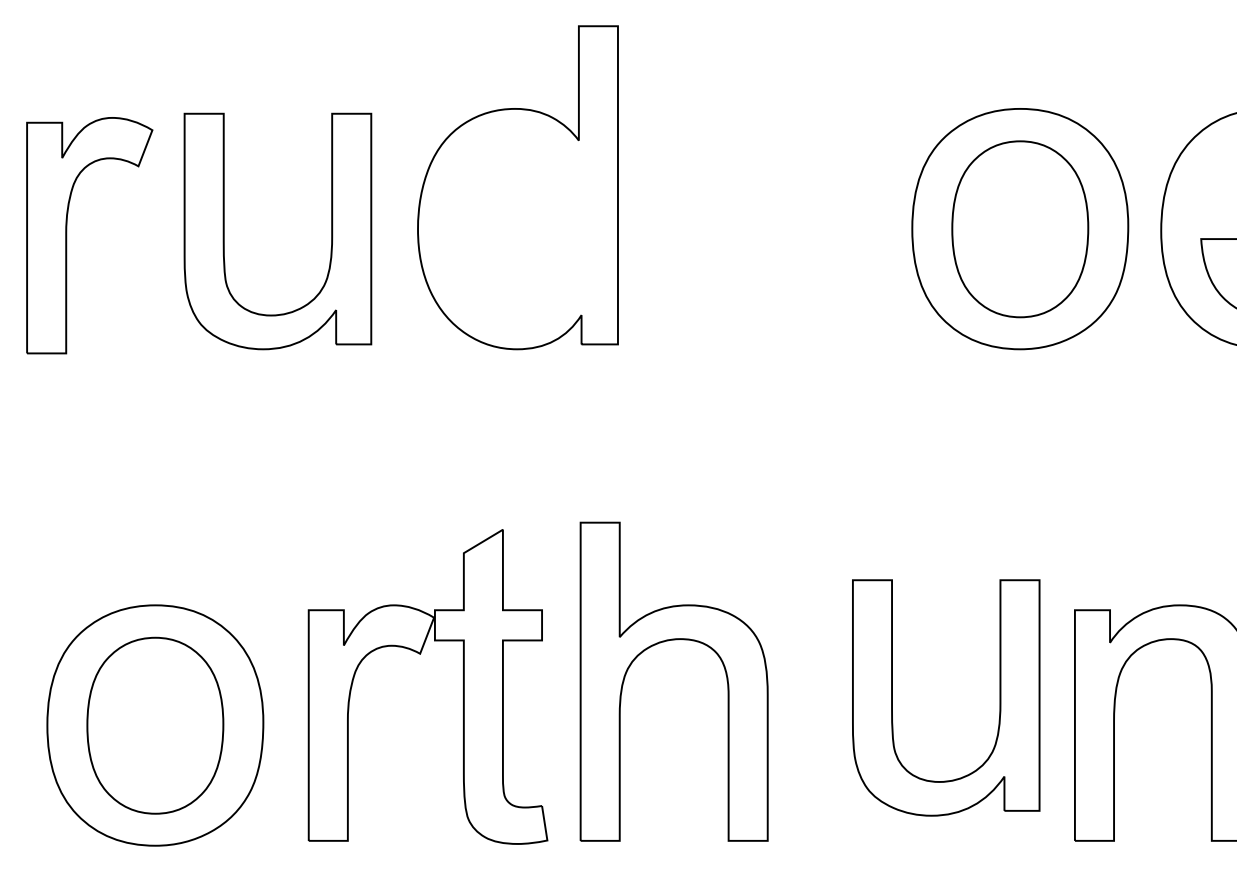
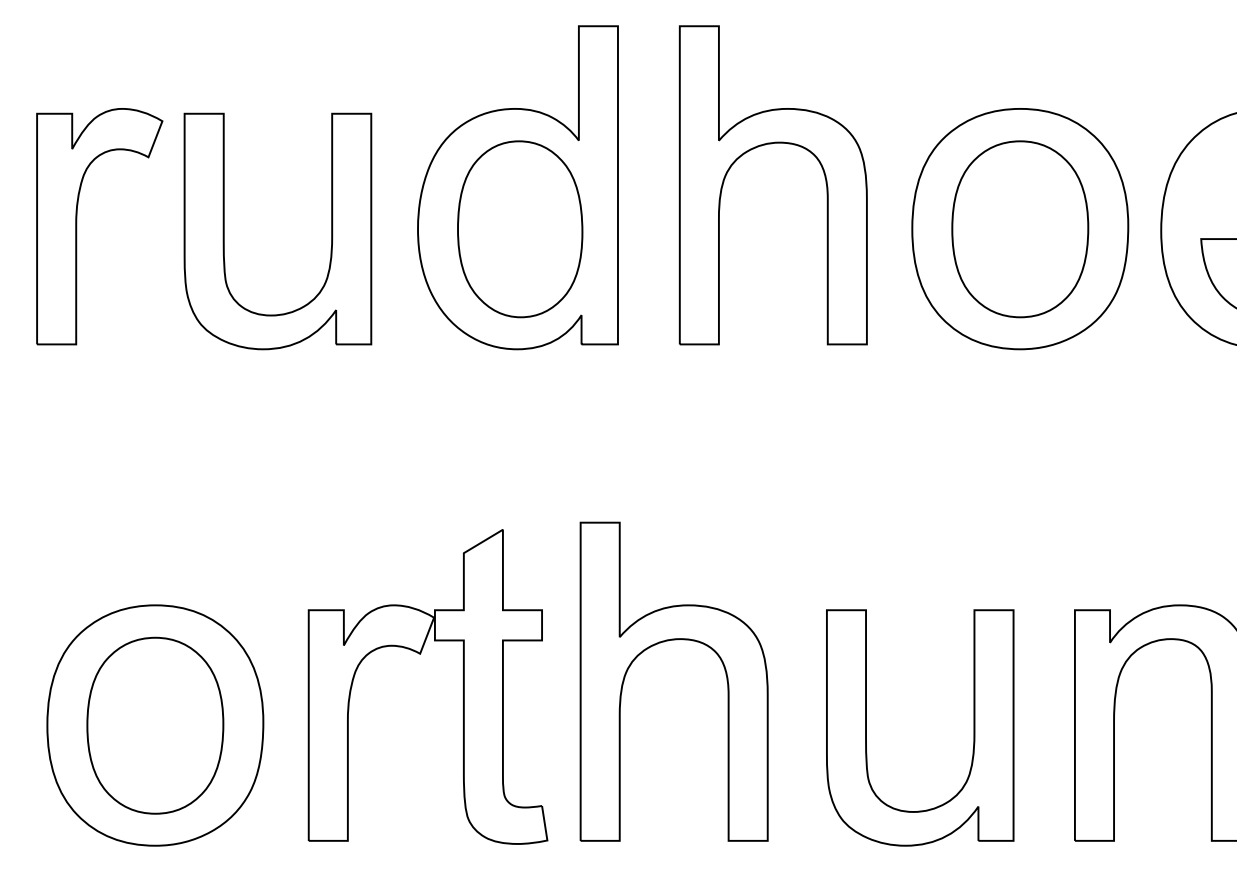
part at (756, 148): none -> present
part at (520, 229): none -> present
part at (67, 235) position: (67, 235) -> (77, 226)
part at (999, 697) position: (999, 697) -> (973, 727)
